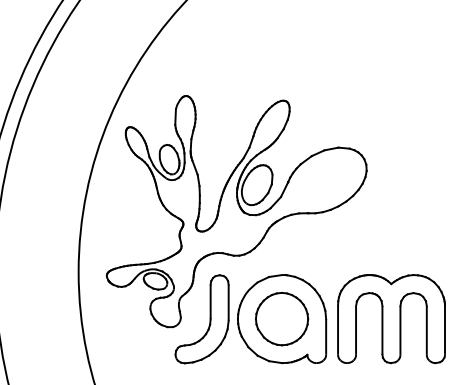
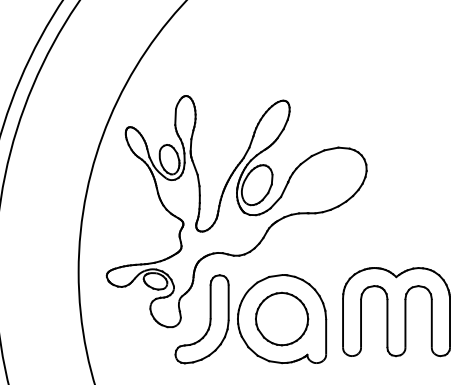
part at (391, 319) position: (391, 319) -> (396, 312)
